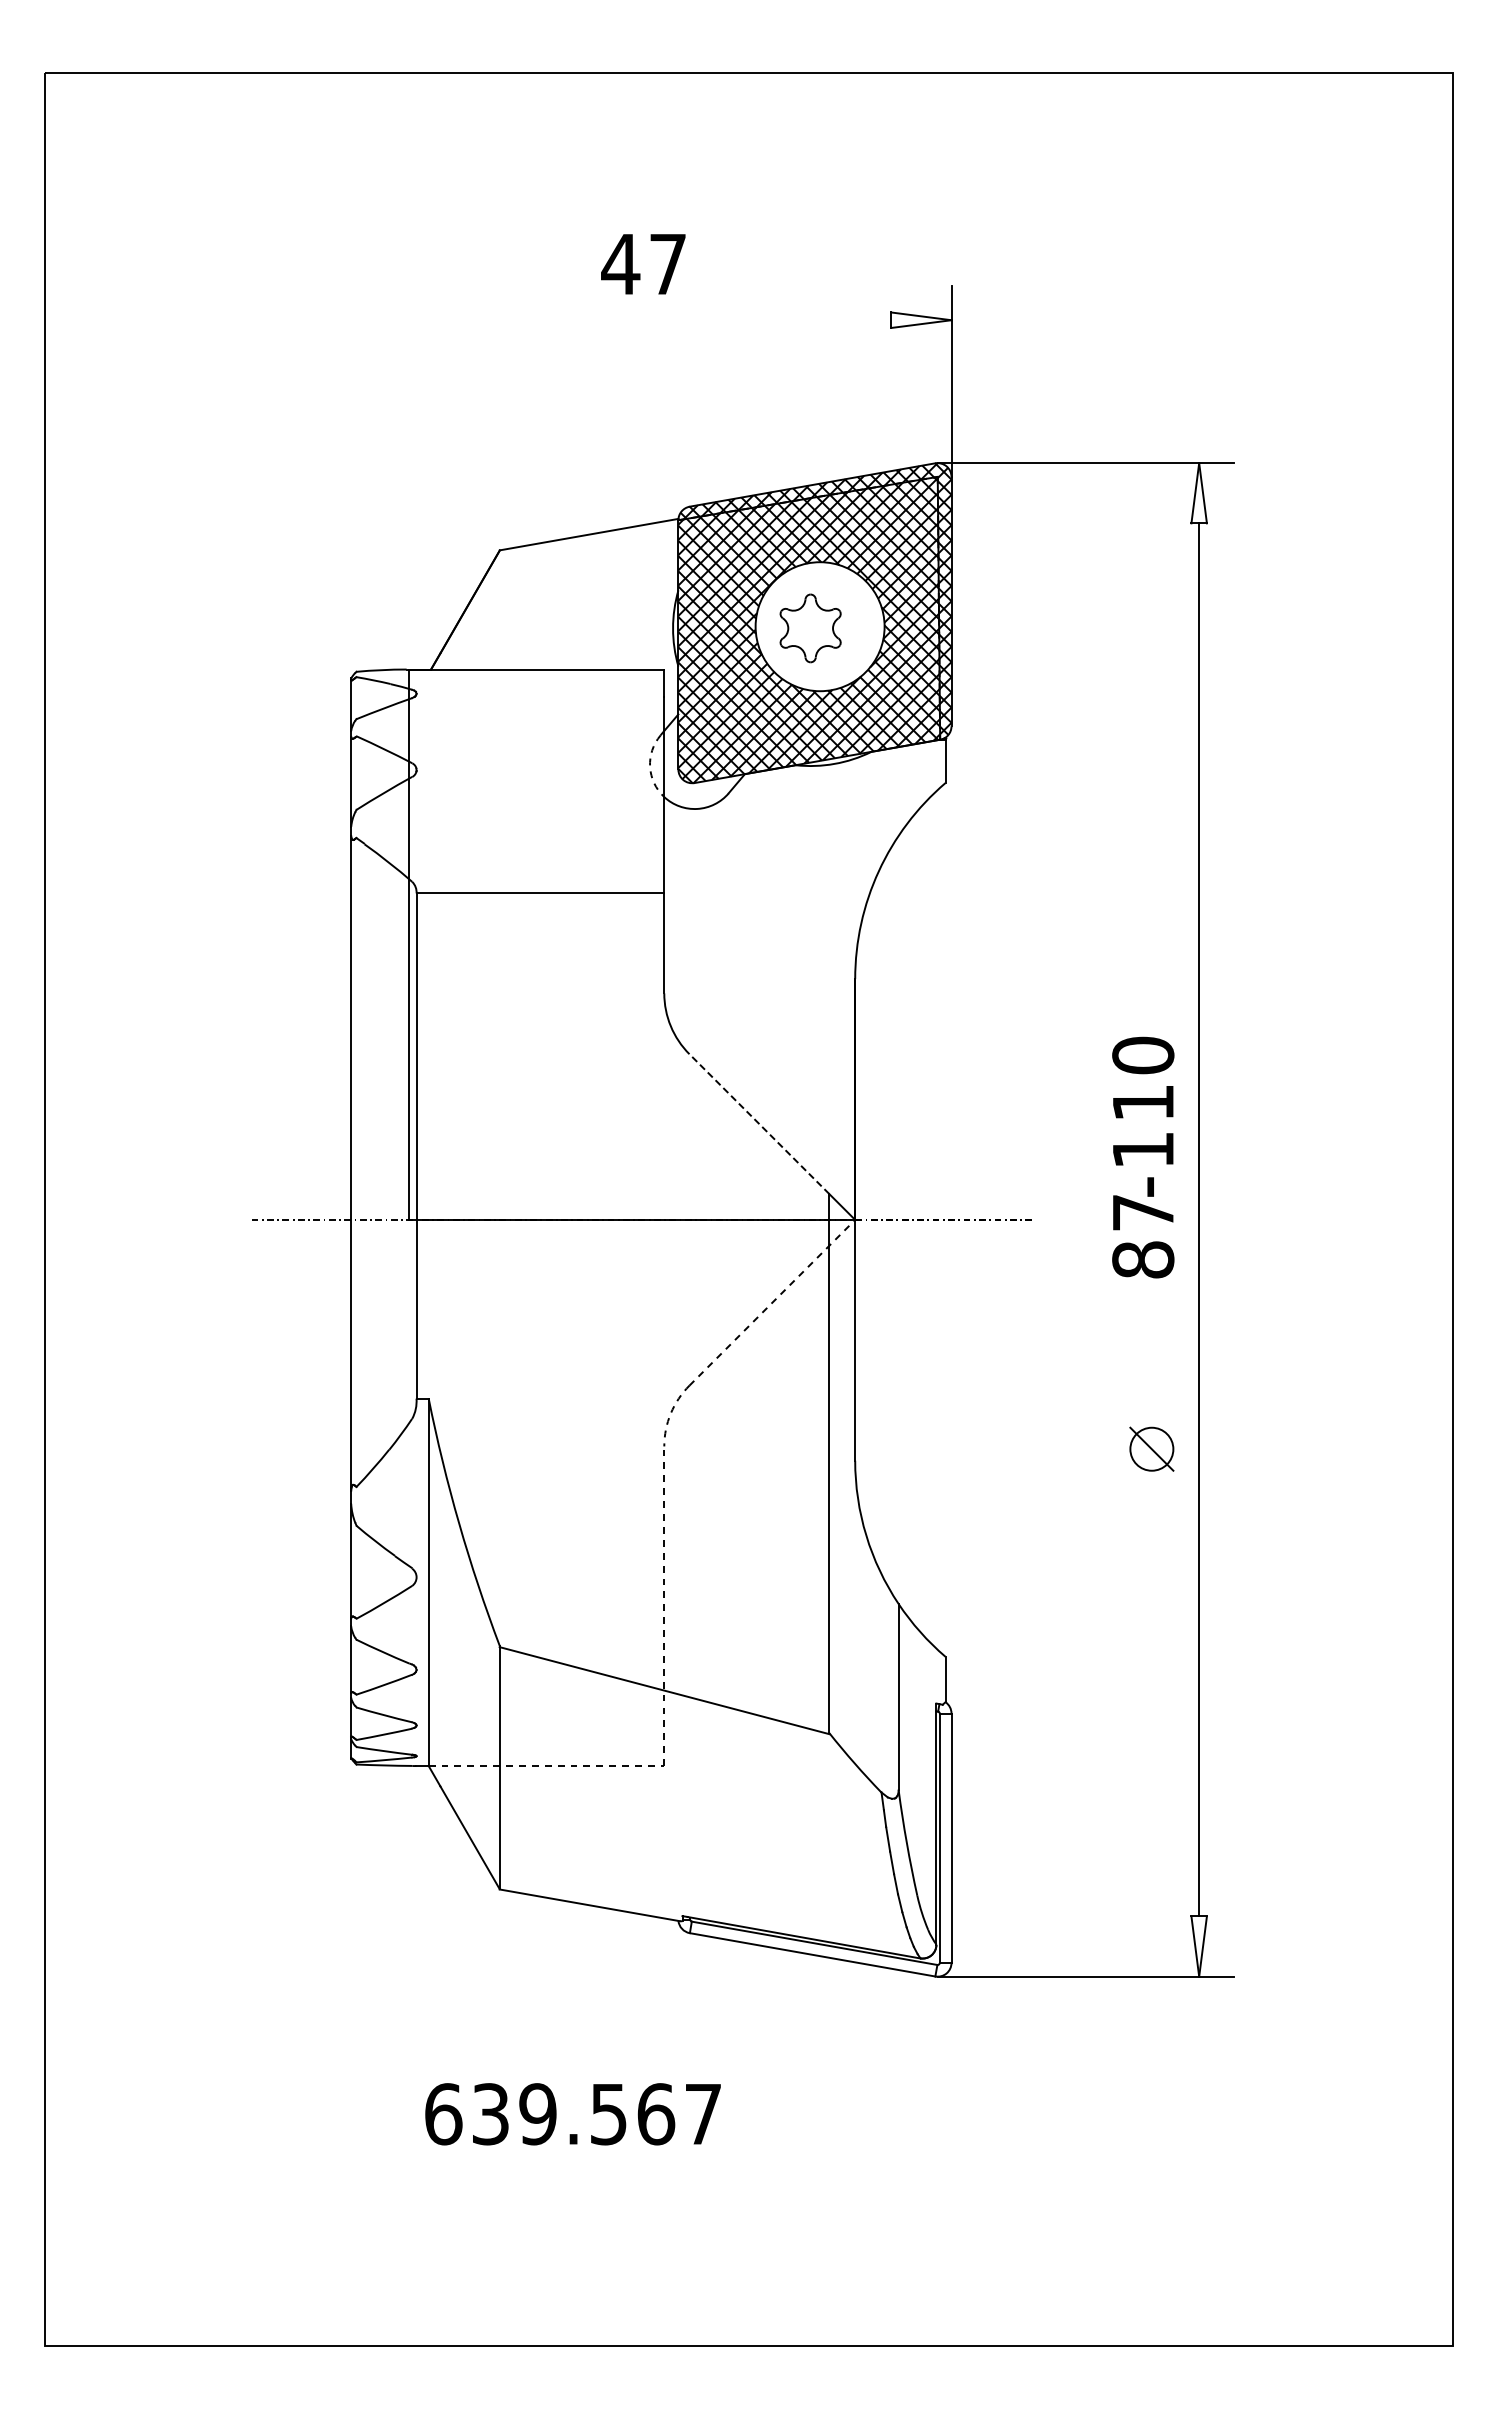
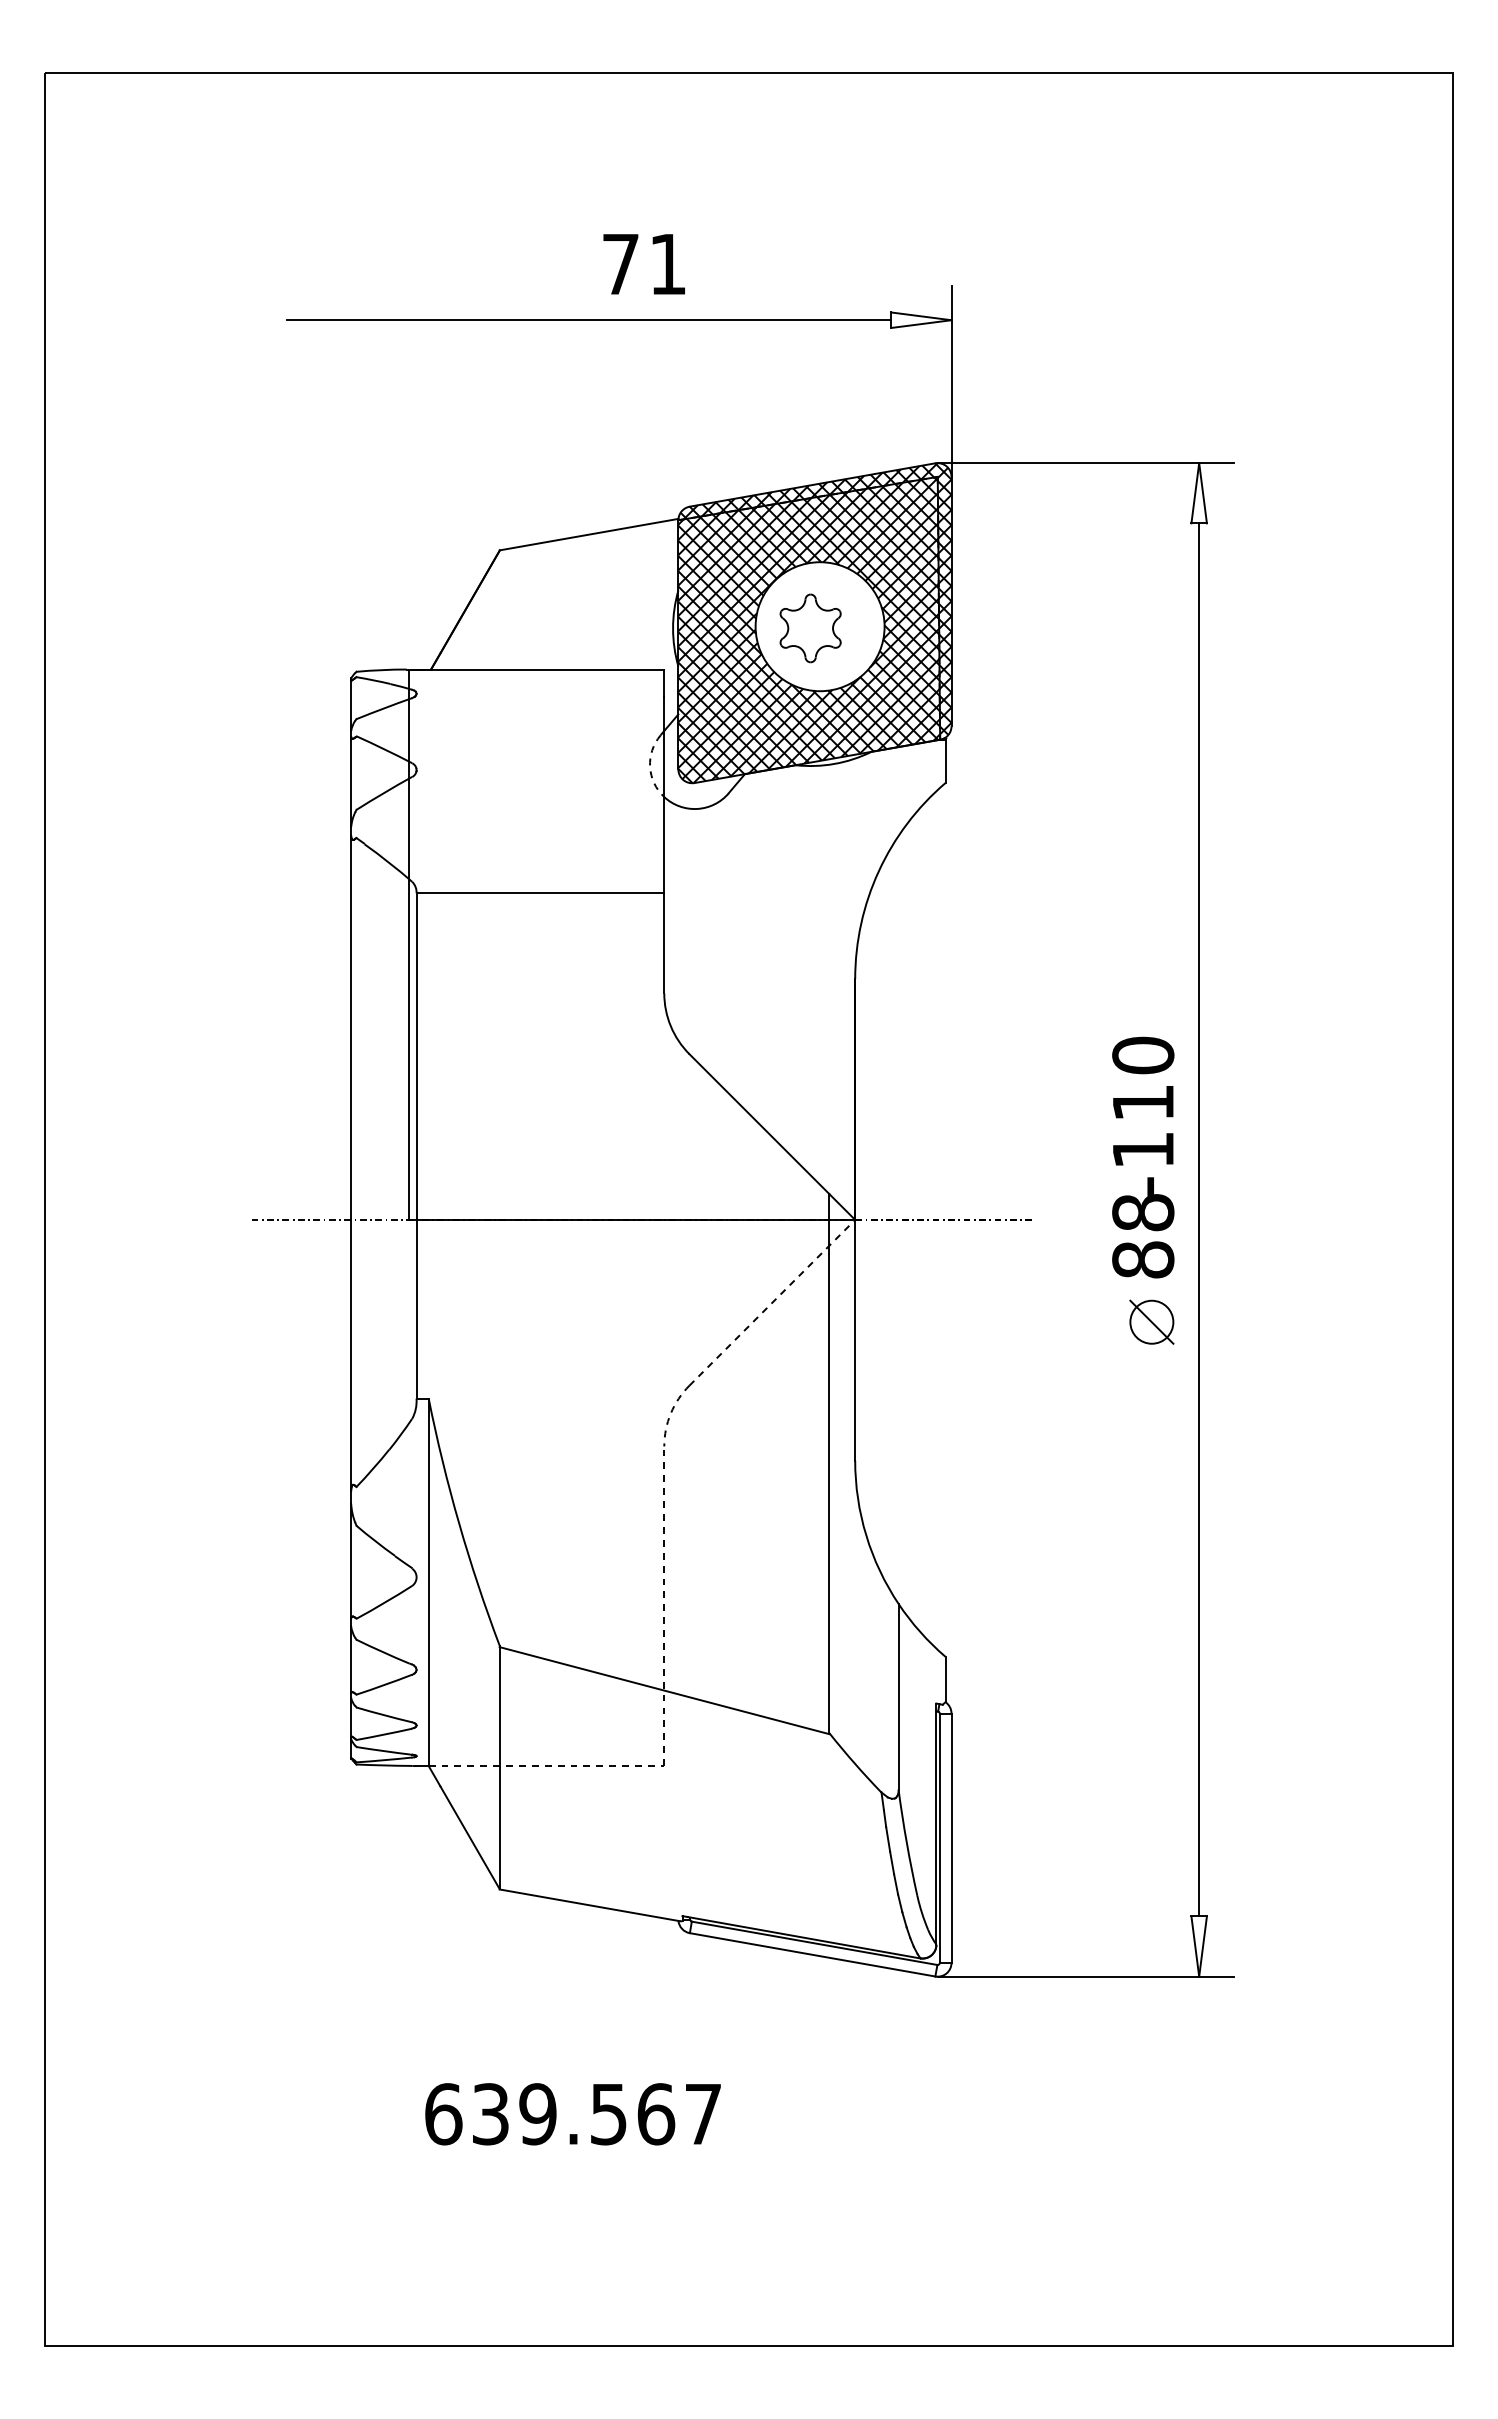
text at (643, 264): 47 -> 71
line at (589, 320): none -> present
line at (759, 1124): dashed -> solid
text at (1143, 1212): 87 -> 88
part at (1151, 1448) position: (1151, 1448) -> (1151, 1321)
